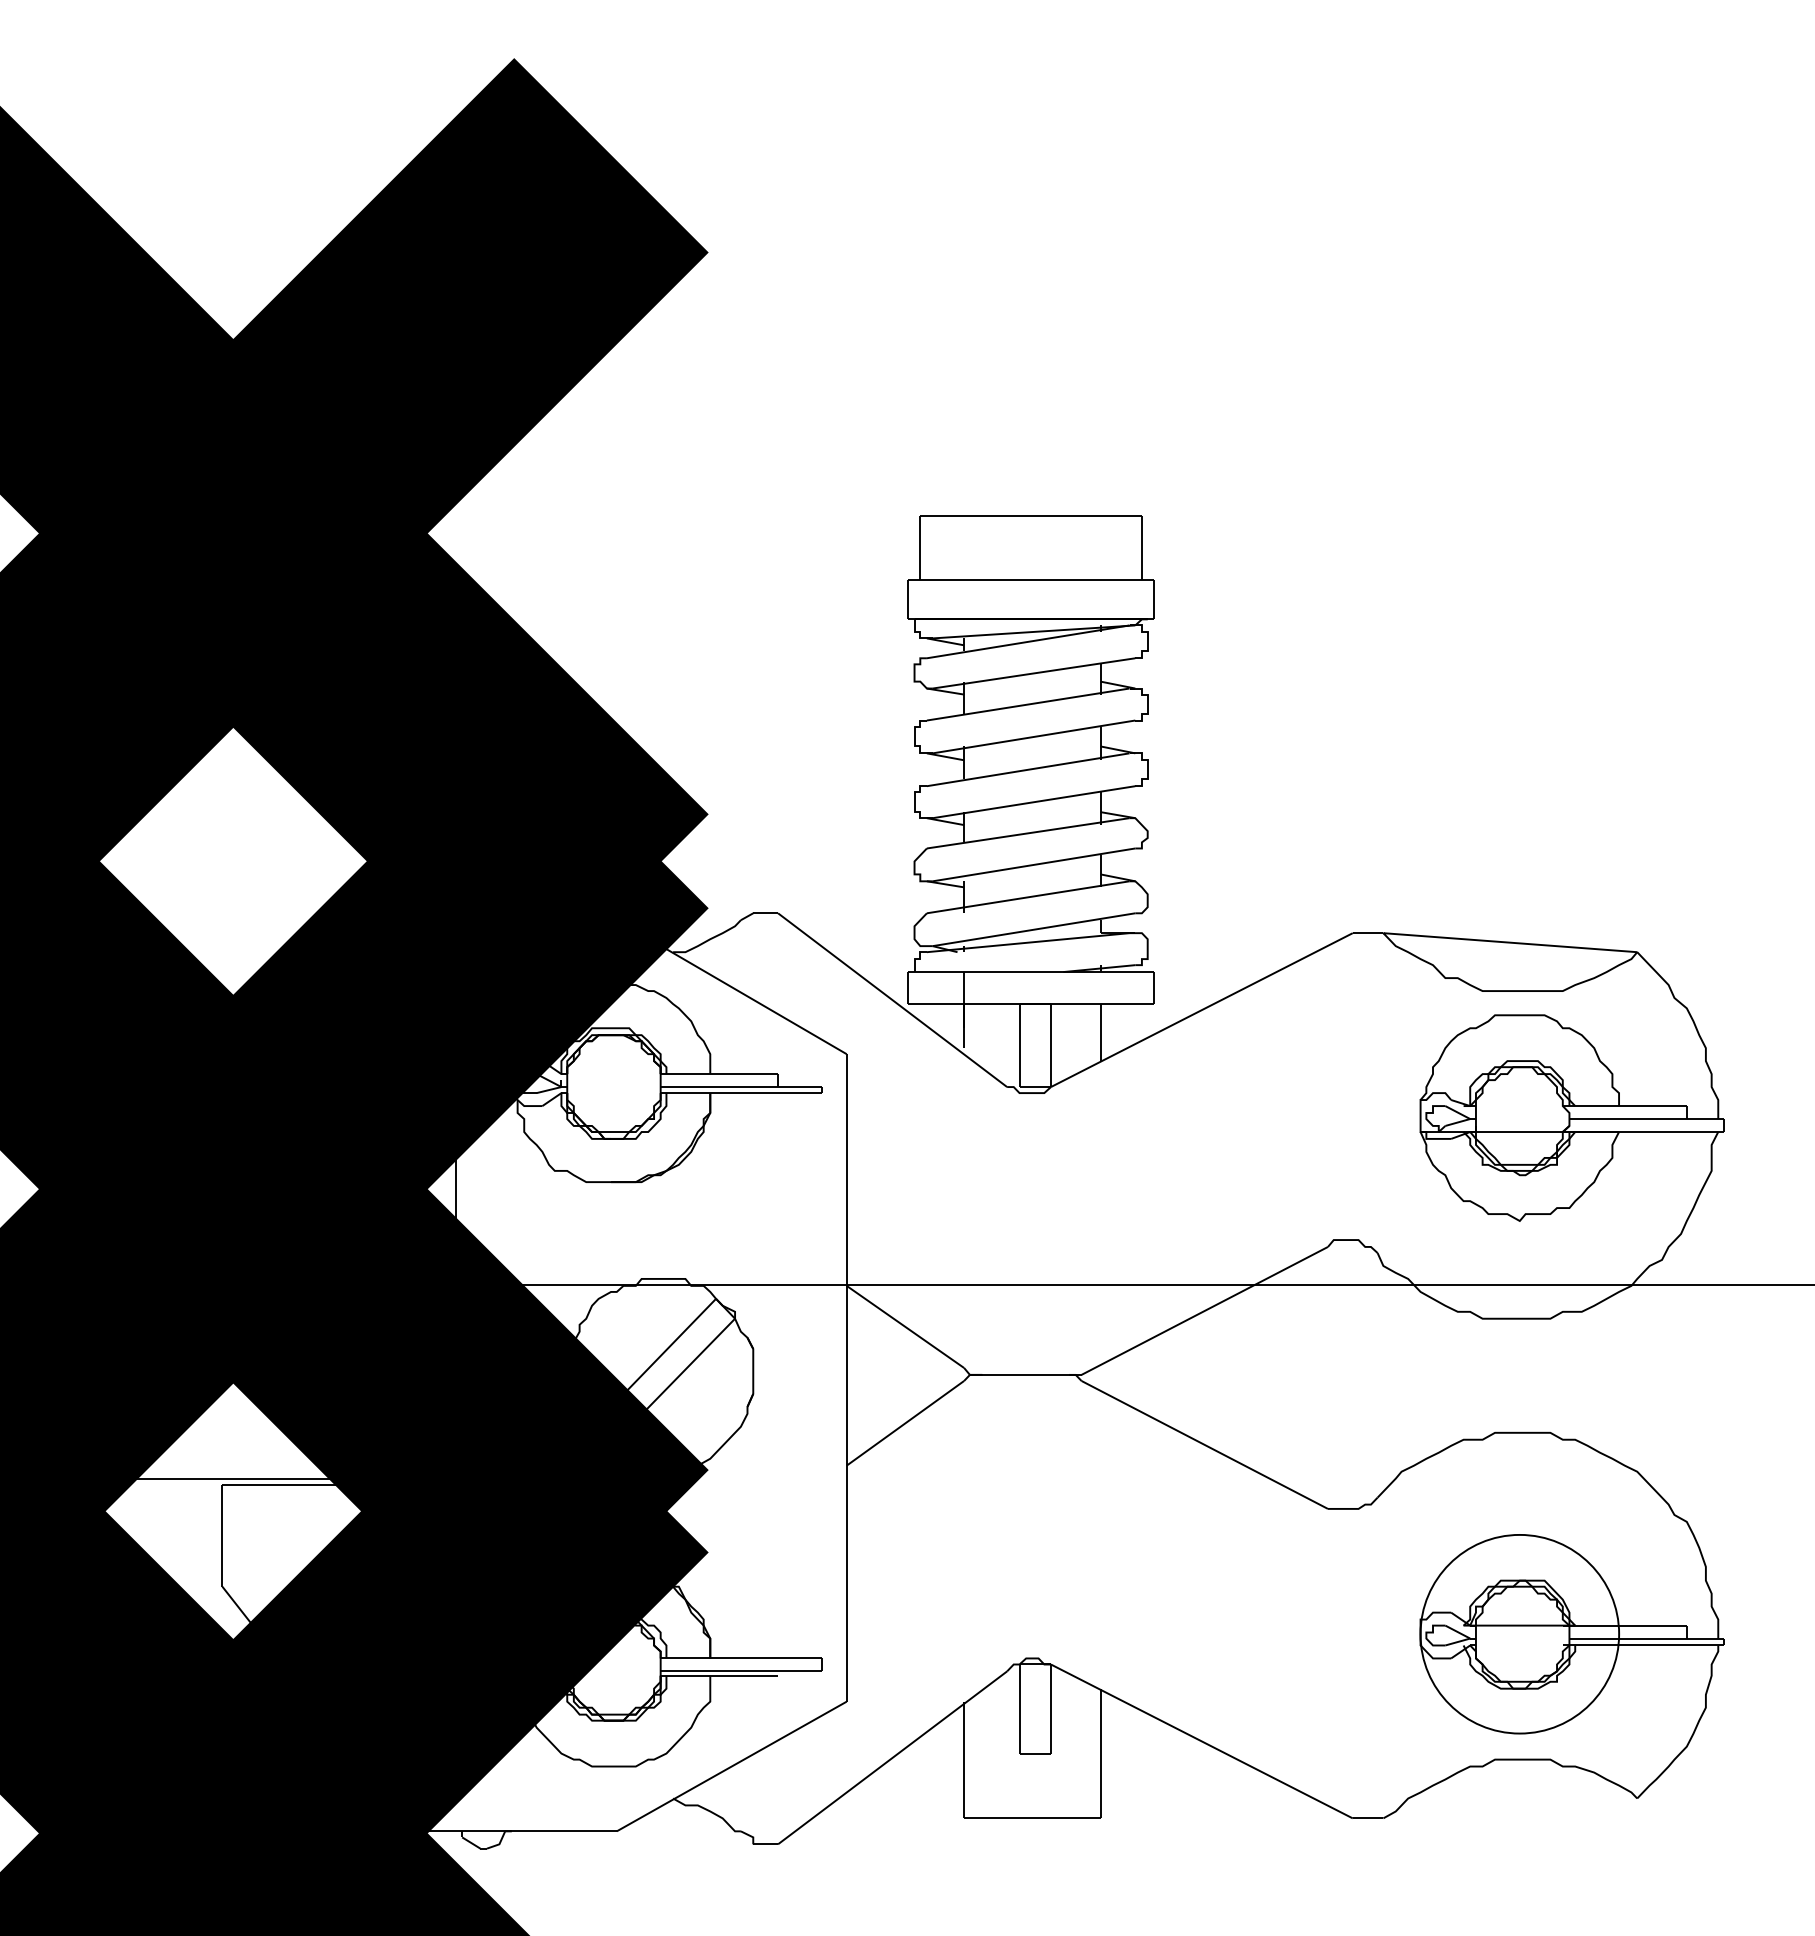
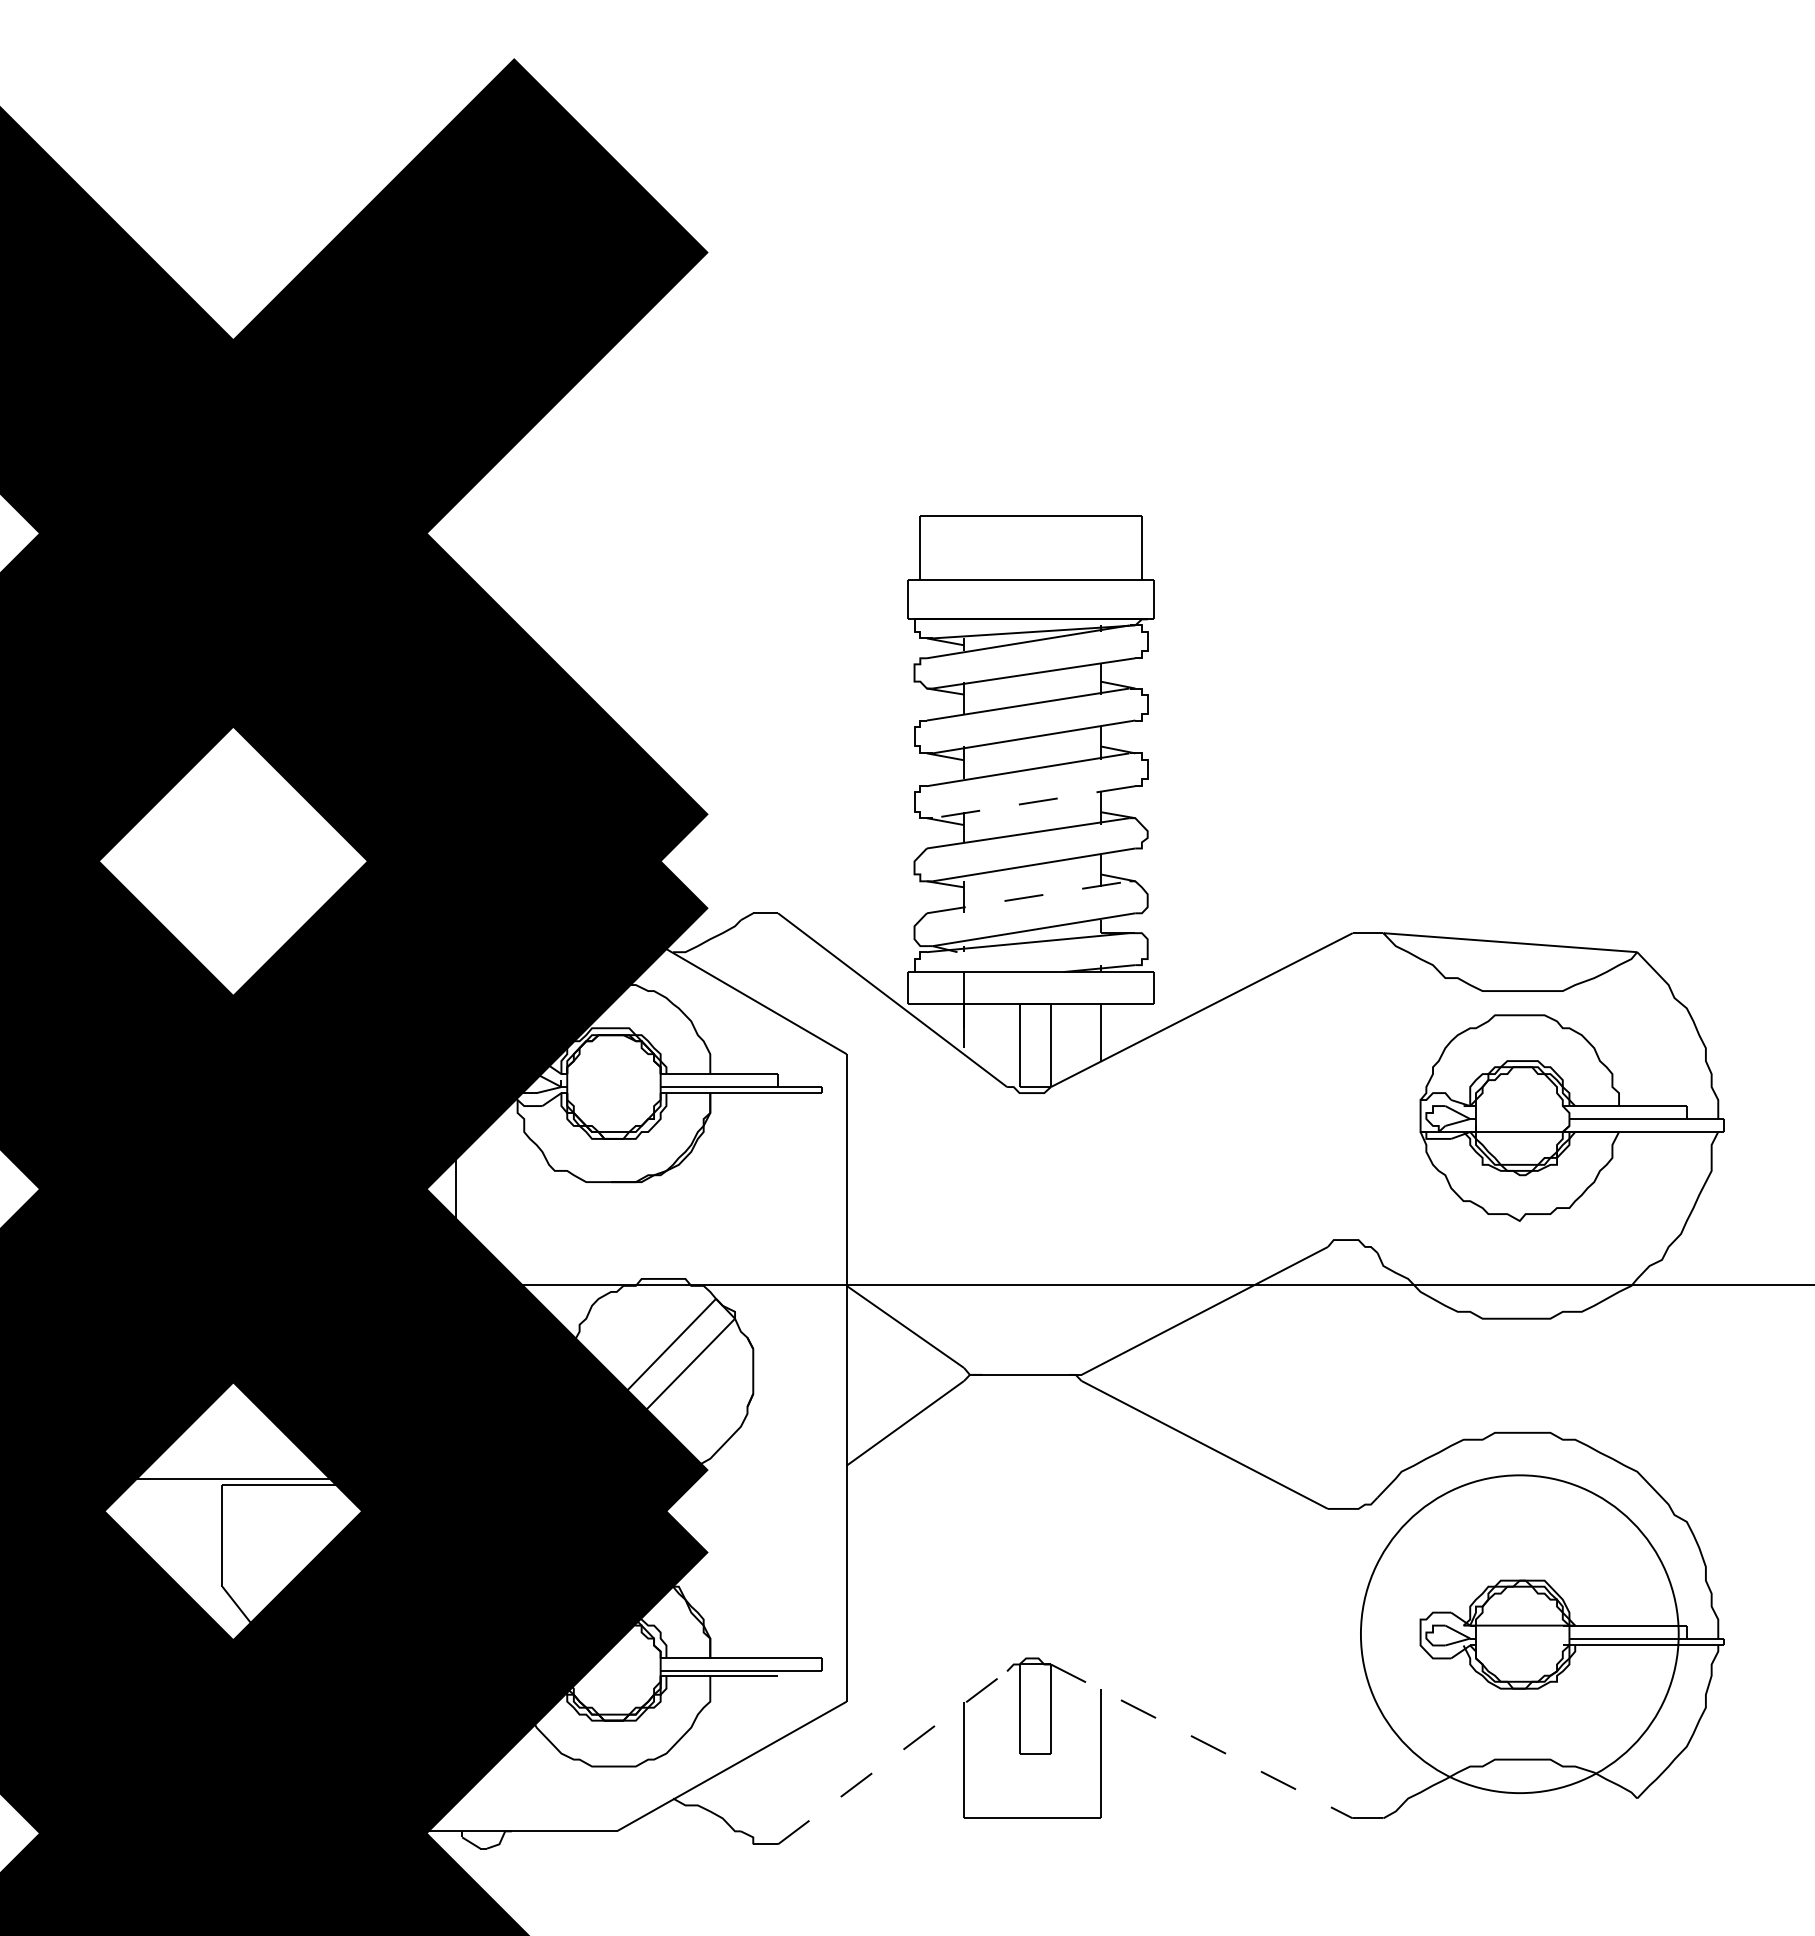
line at (1034, 802): solid -> dashed
line at (1028, 897): solid -> dashed
circle at (1519, 1633) diameter: 199 px -> 318 px
line at (1202, 1741): solid -> dashed
line at (893, 1757): solid -> dashed
